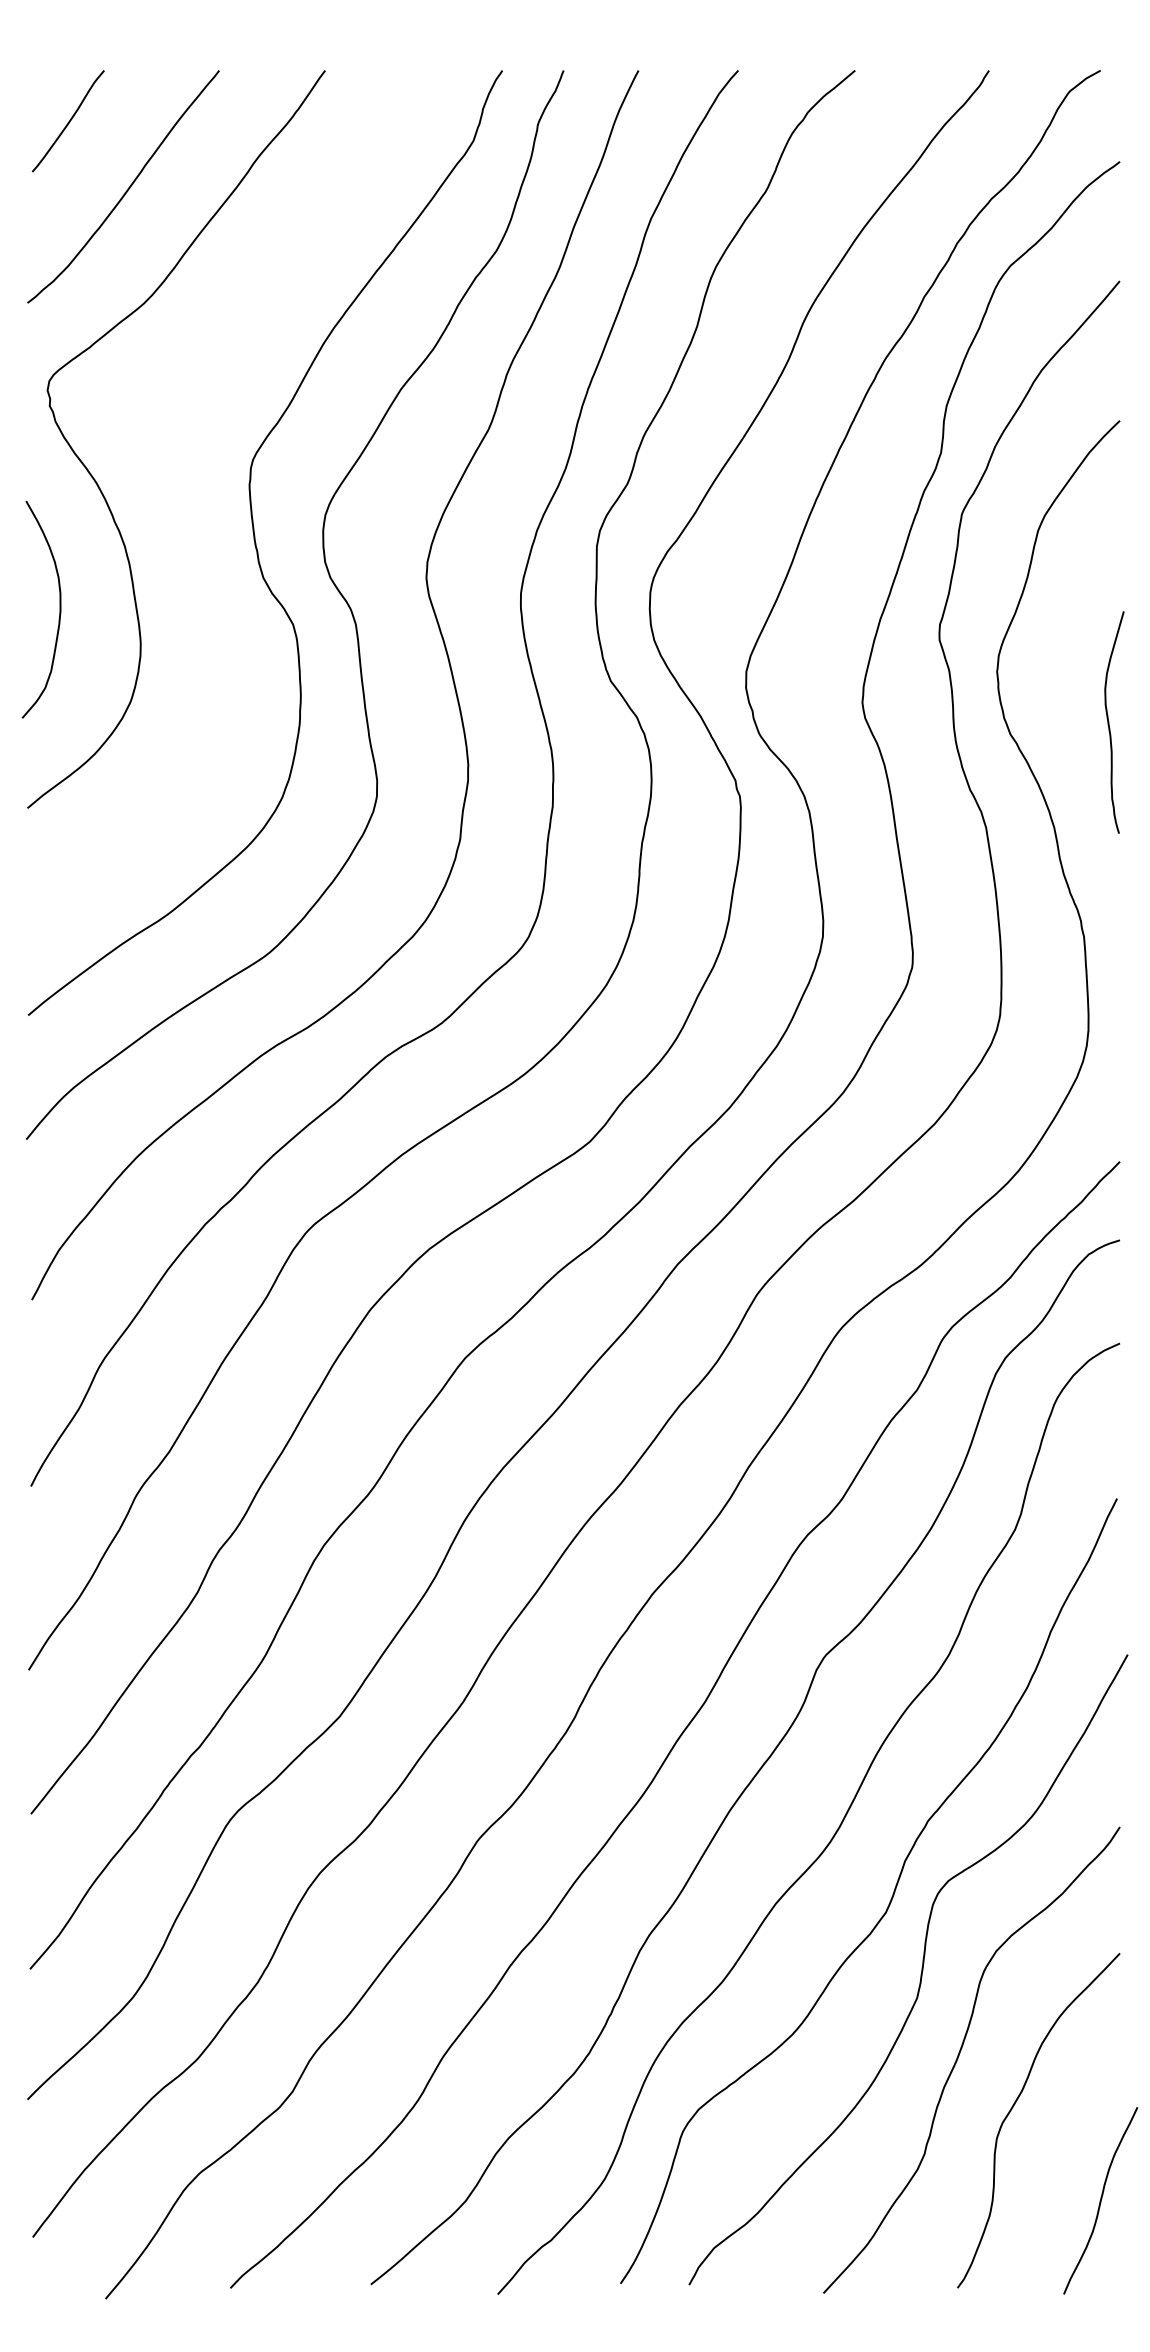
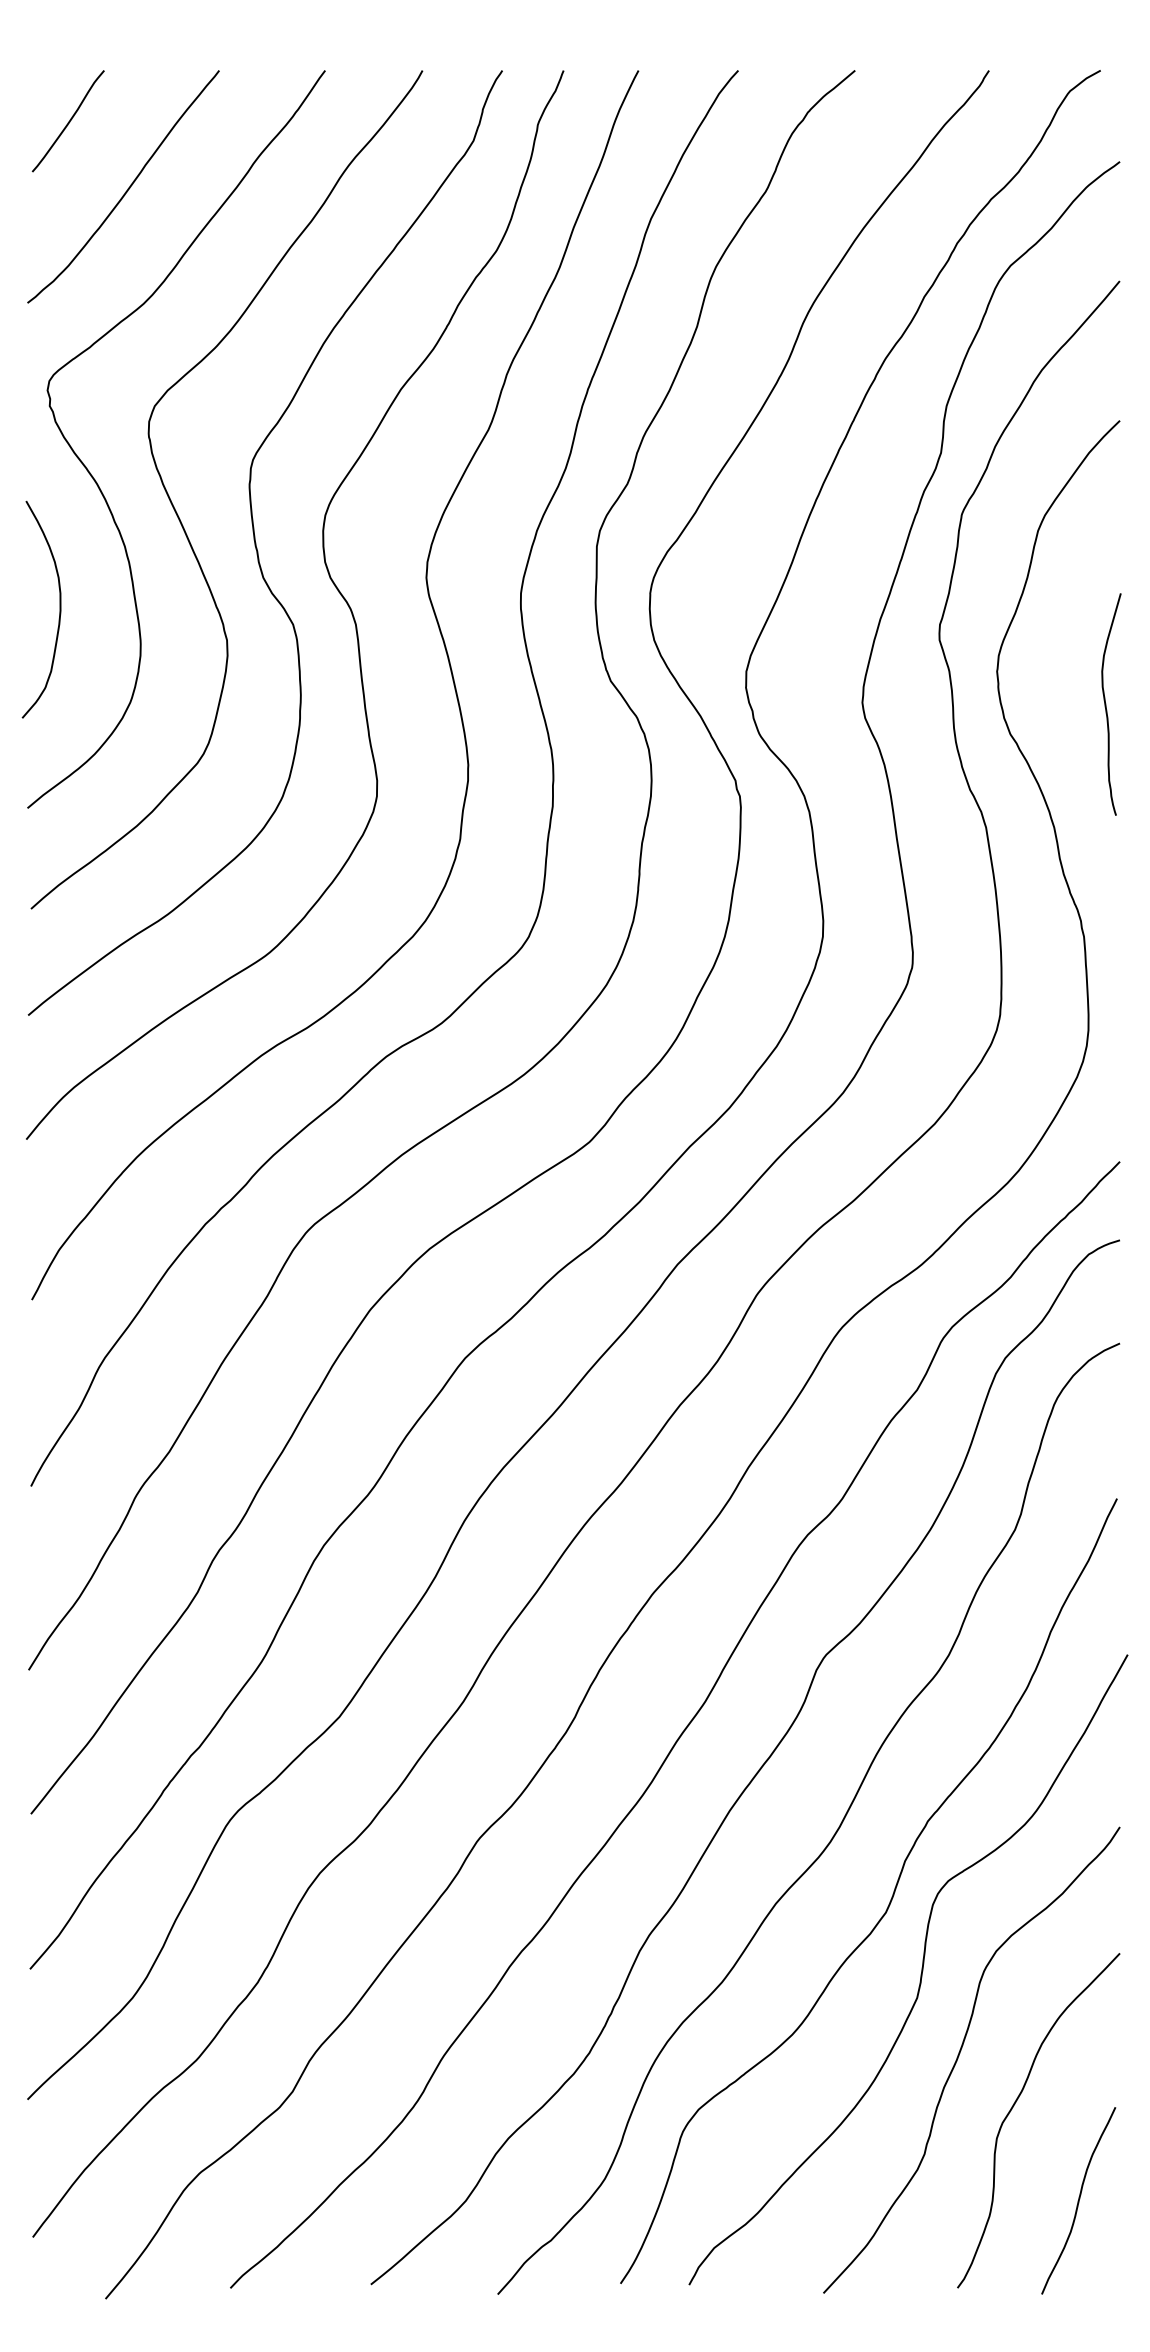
curve at (178, 514): none -> present
curve at (1109, 722) position: (1109, 722) -> (1106, 704)
curve at (1100, 2200) position: (1100, 2200) -> (1078, 2200)
